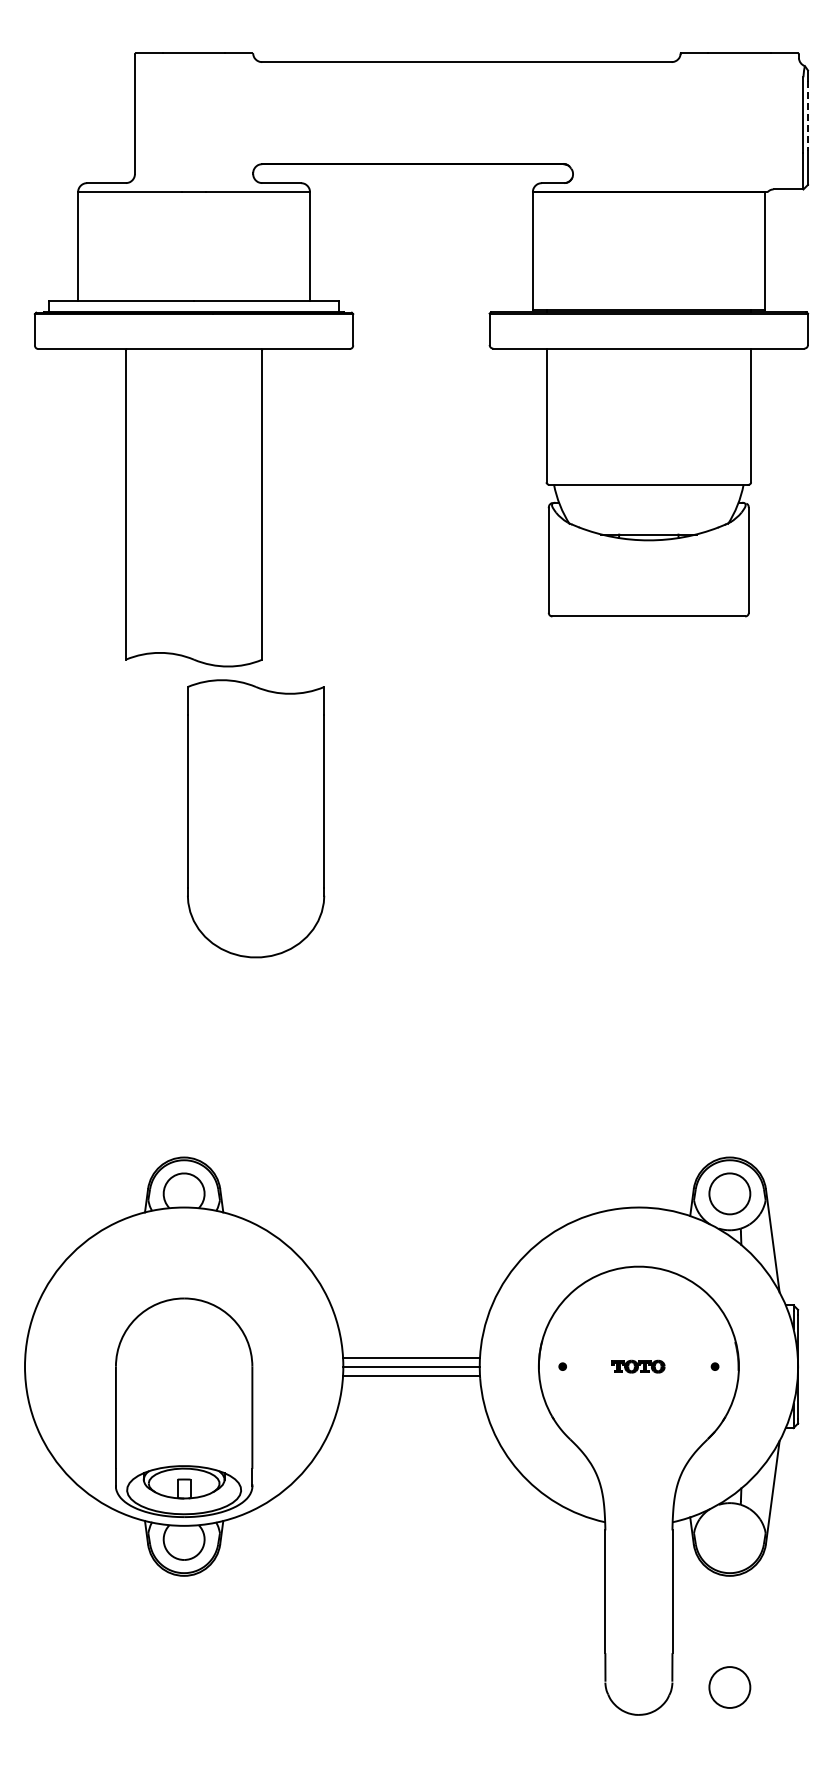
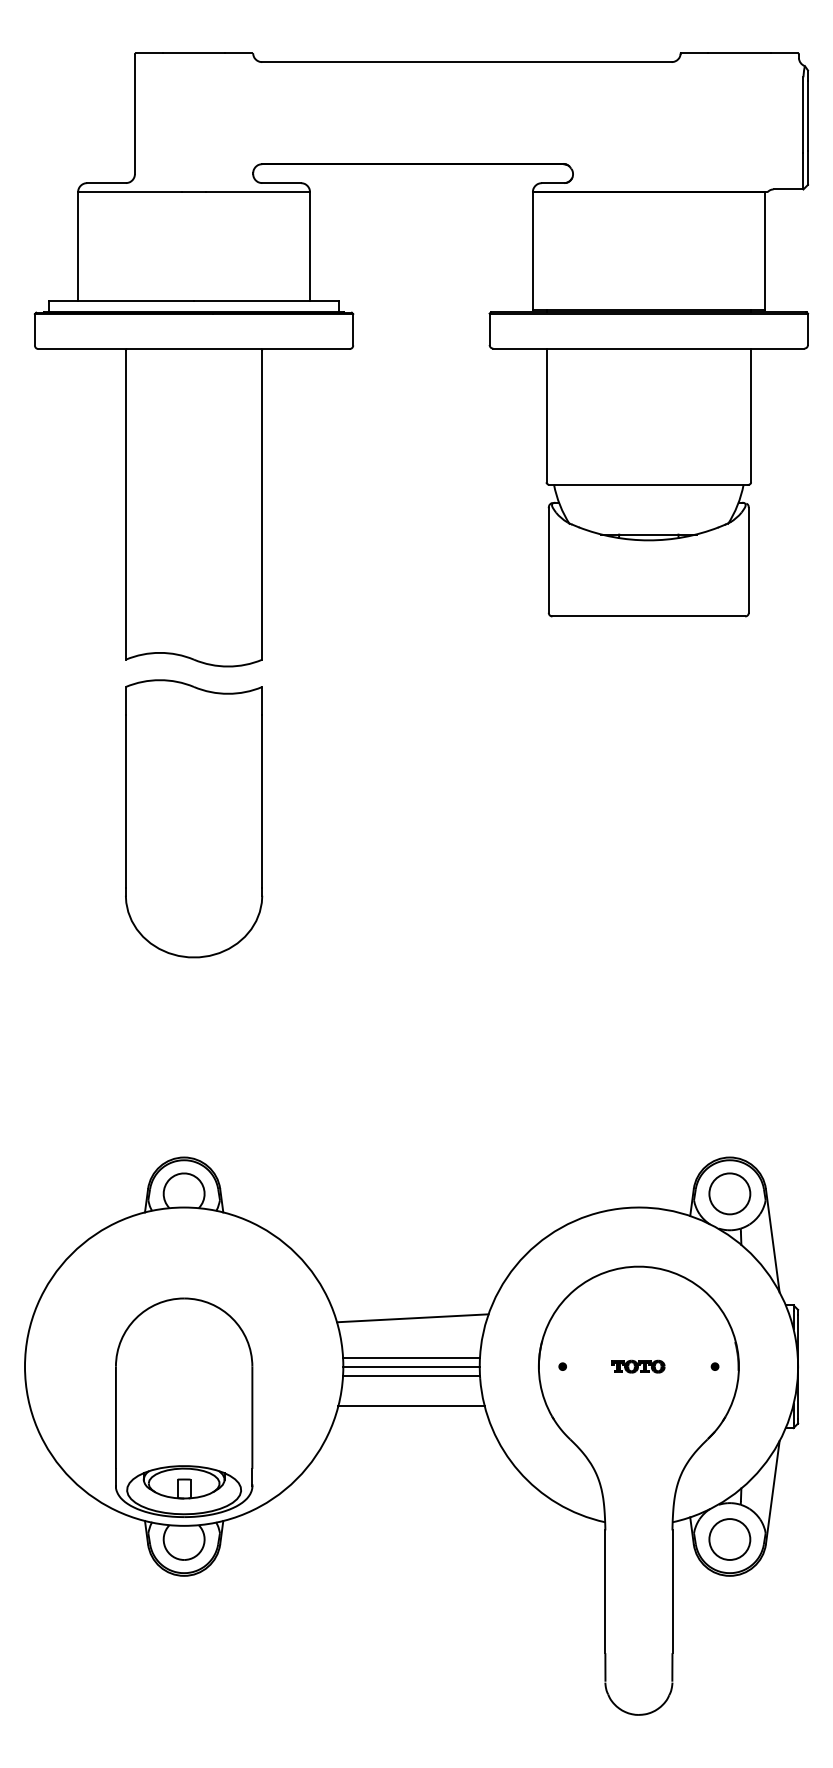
line at (807, 116): dashed -> solid
part at (256, 818) position: (256, 818) -> (194, 818)
line at (412, 1318): none -> present
line at (411, 1405): none -> present
circle at (729, 1687) position: (729, 1687) -> (729, 1539)
